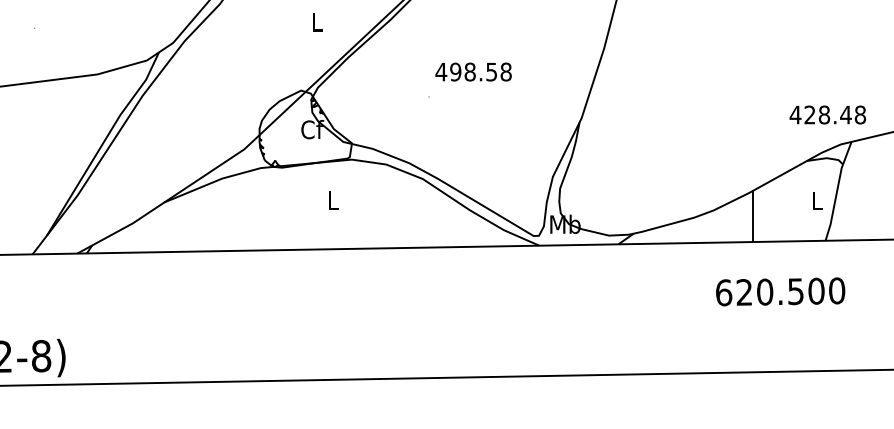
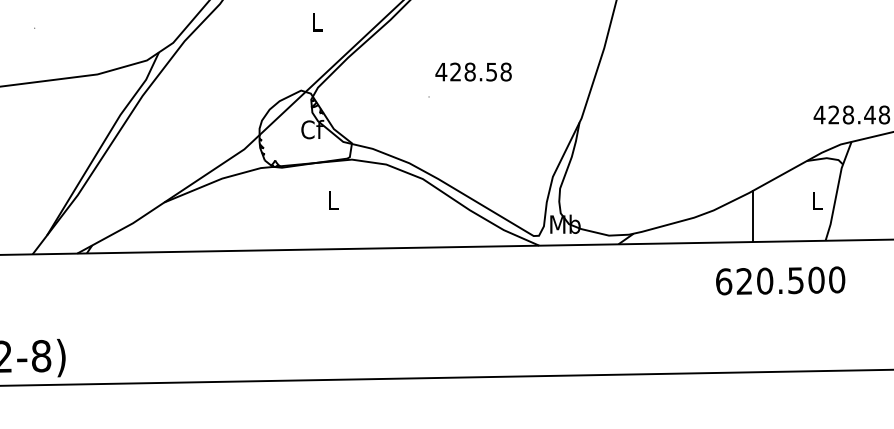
text at (455, 71): 498.58 -> 428.58
text at (827, 114) position: (827, 114) -> (851, 114)
text at (780, 291) position: (780, 291) -> (780, 280)
